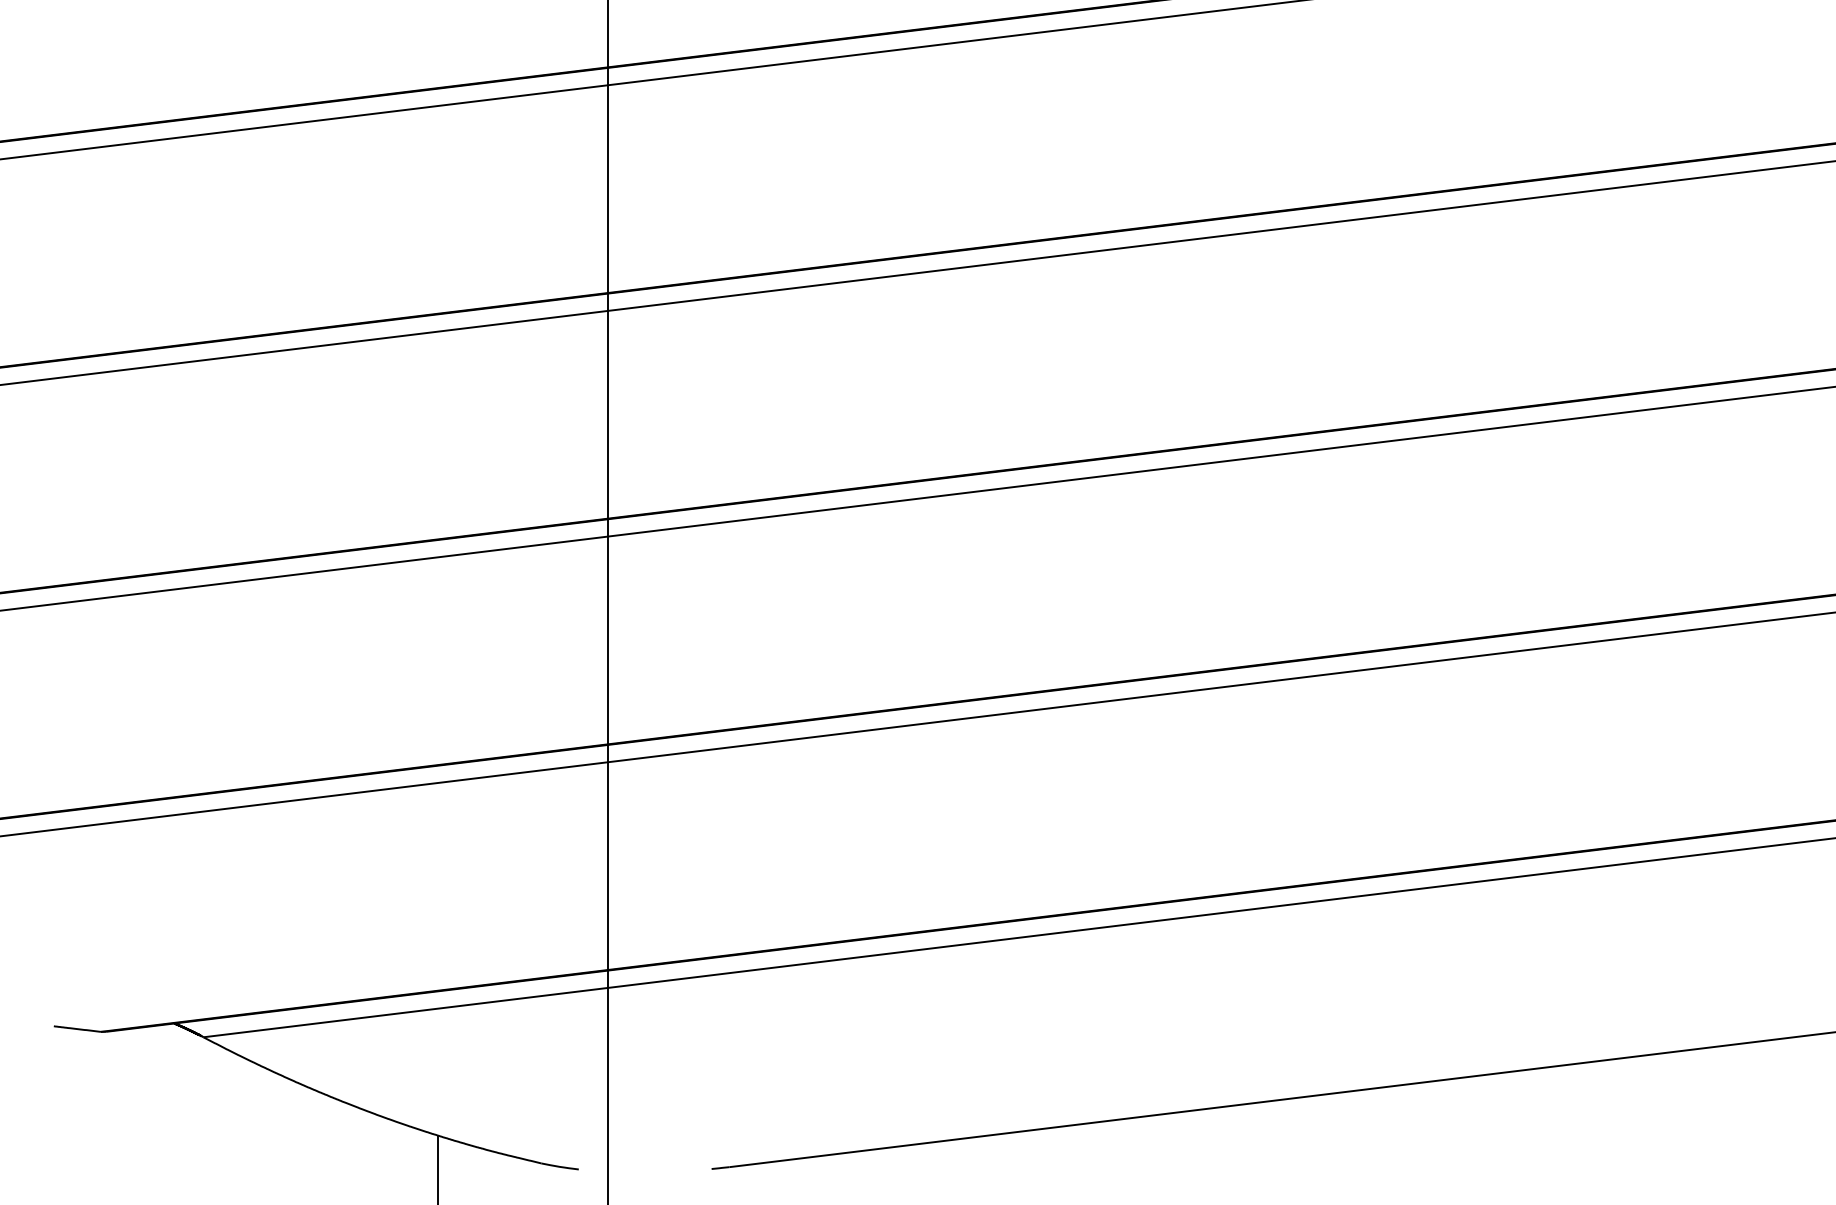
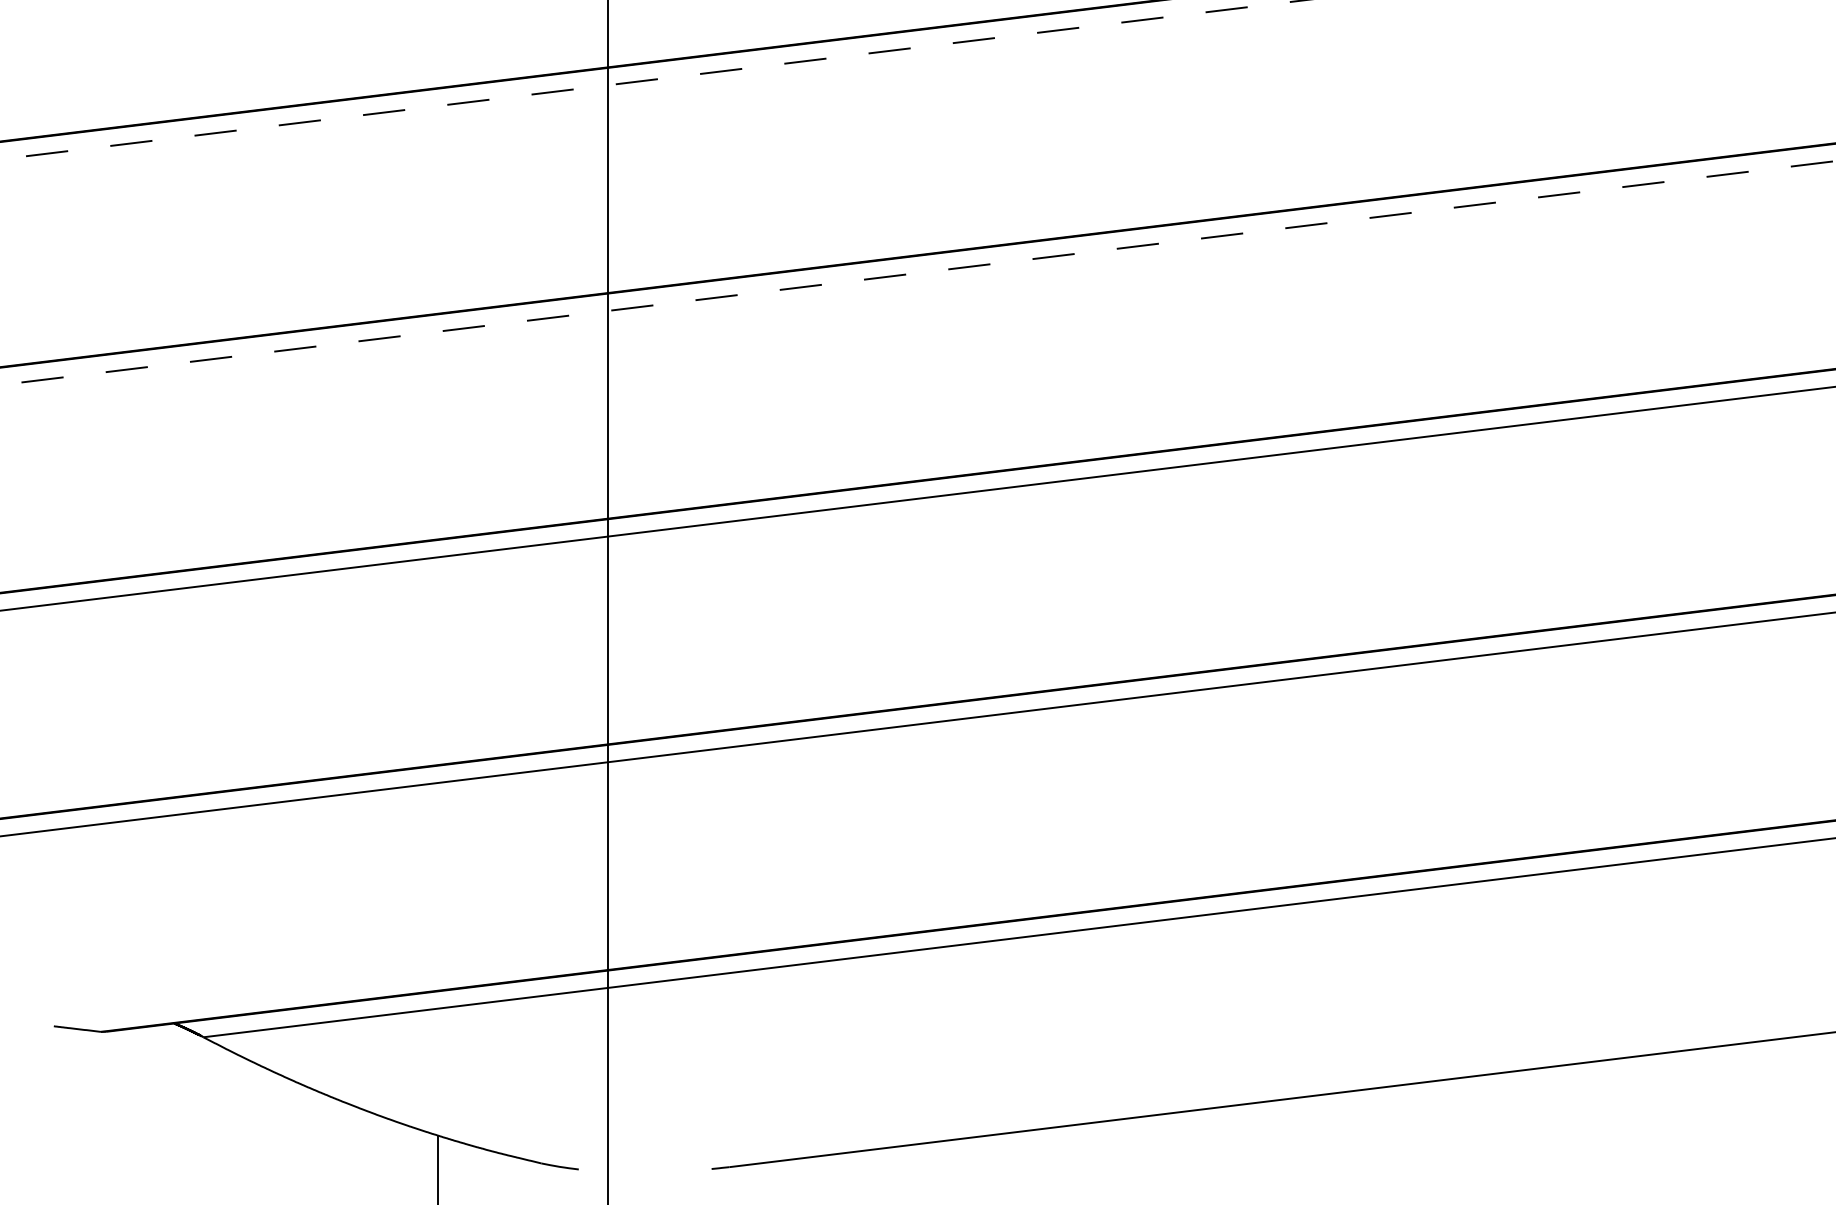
line at (653, 79): solid -> dashed
line at (918, 273): solid -> dashed
